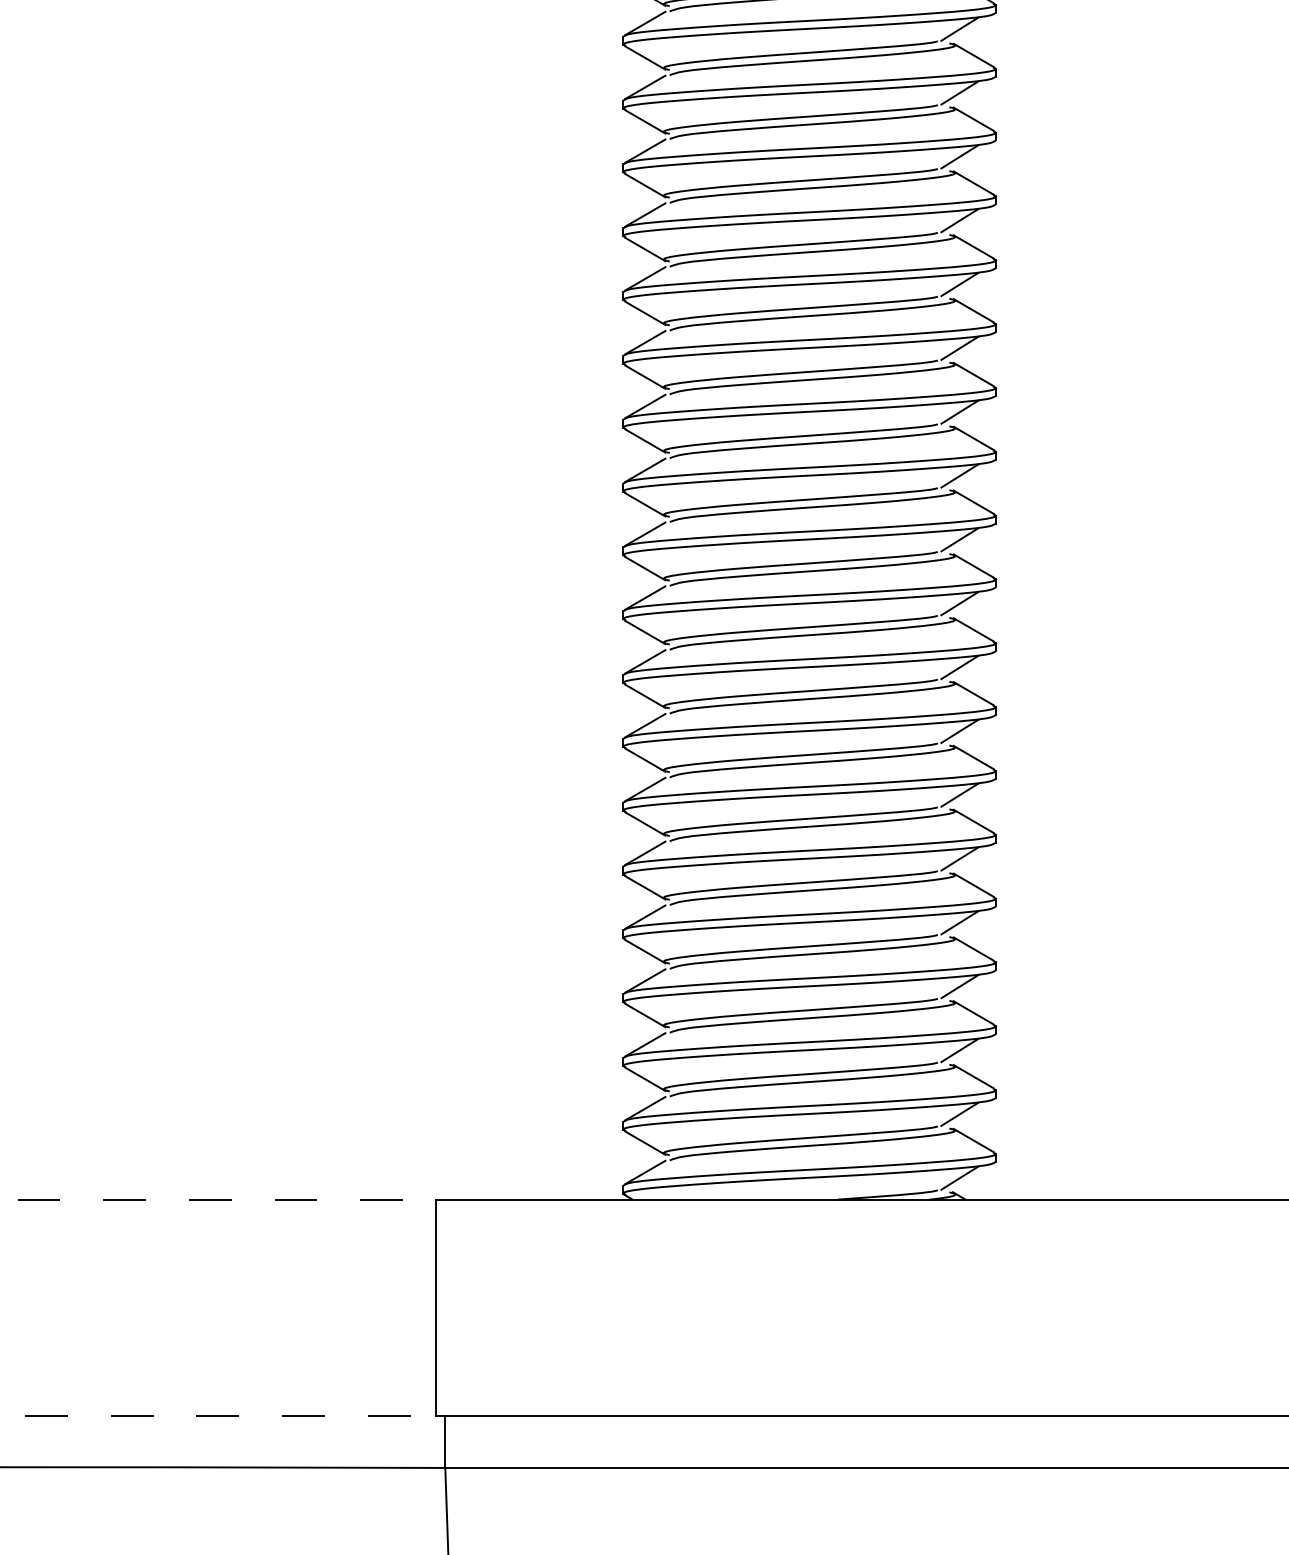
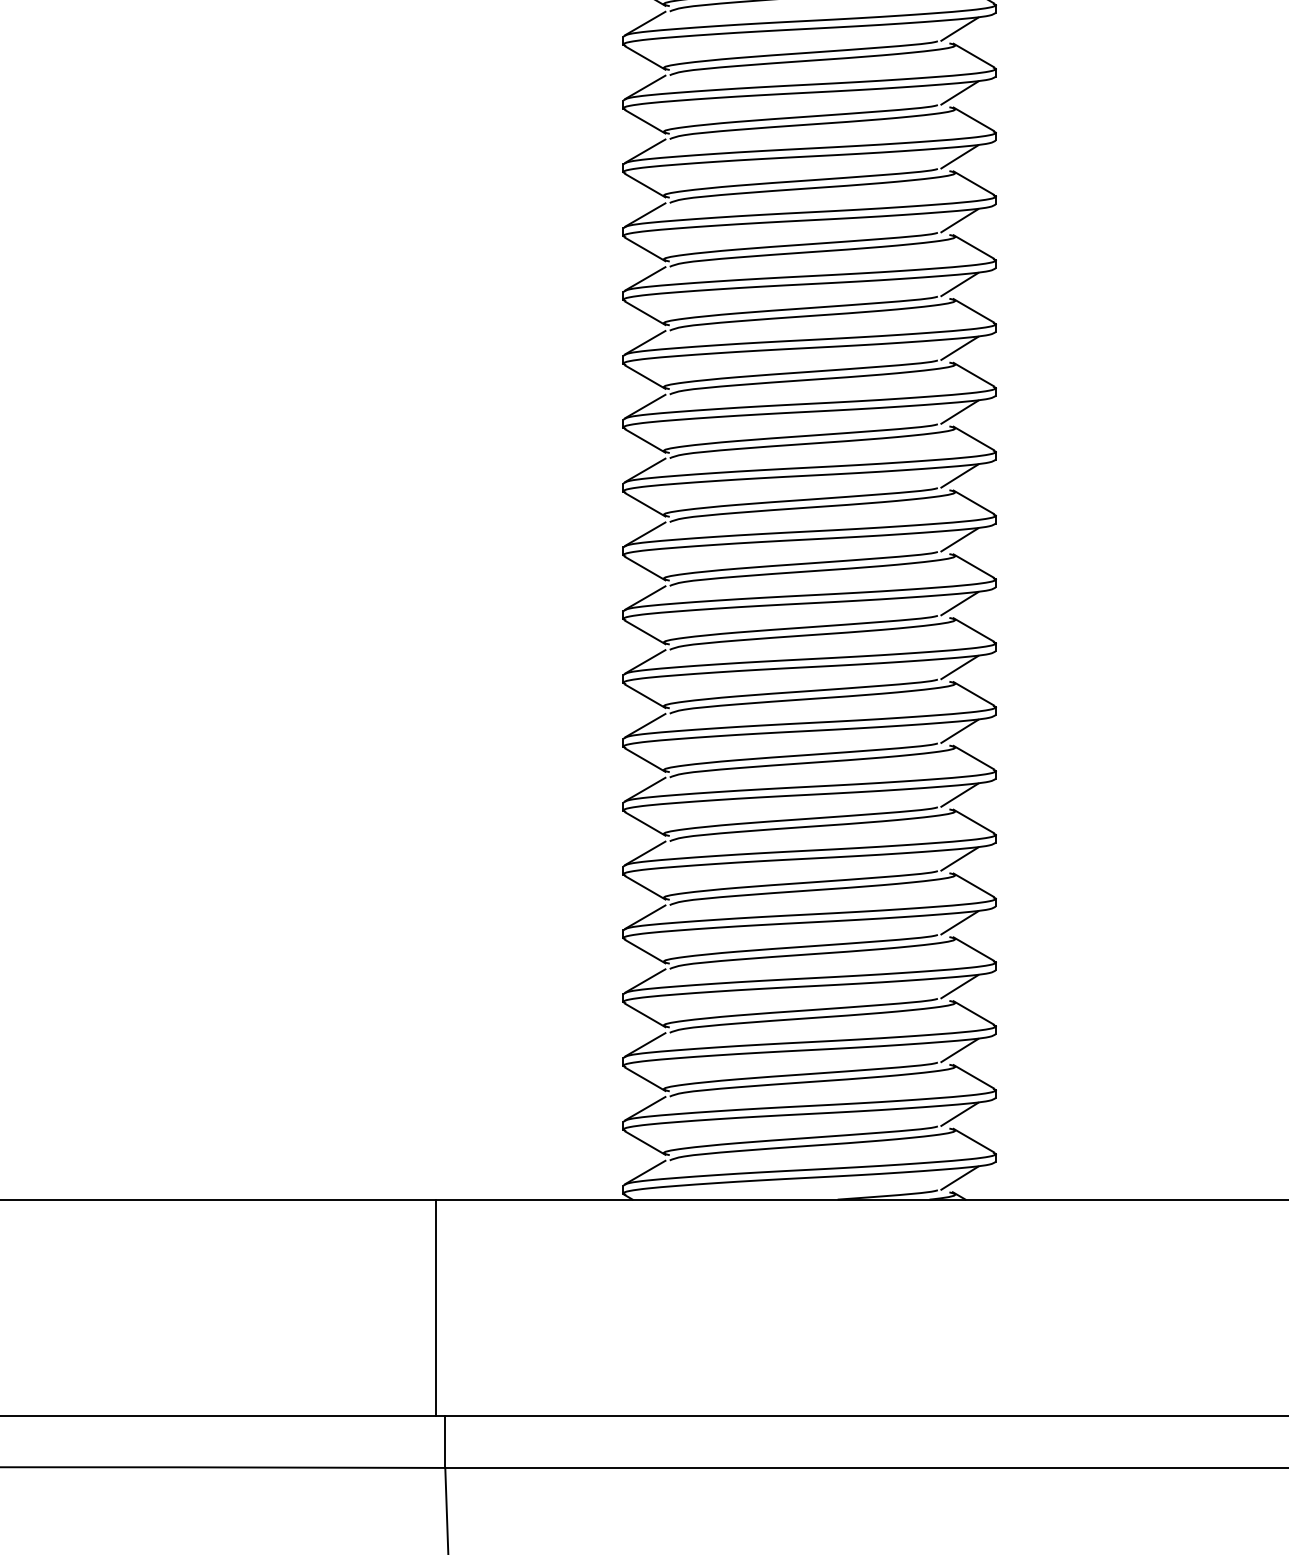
line at (218, 1199): dashed -> solid
line at (218, 1415): dashed -> solid
